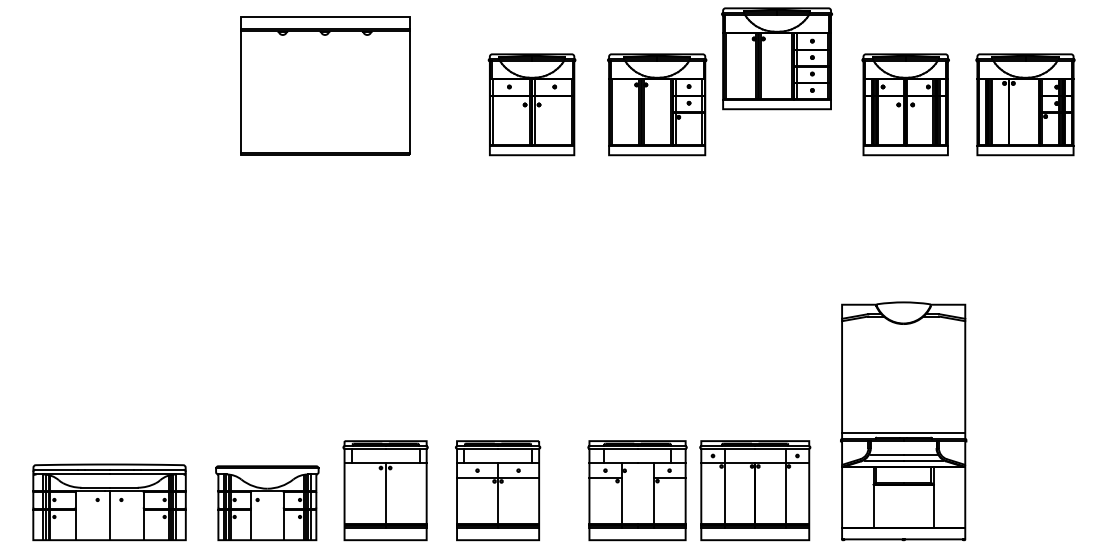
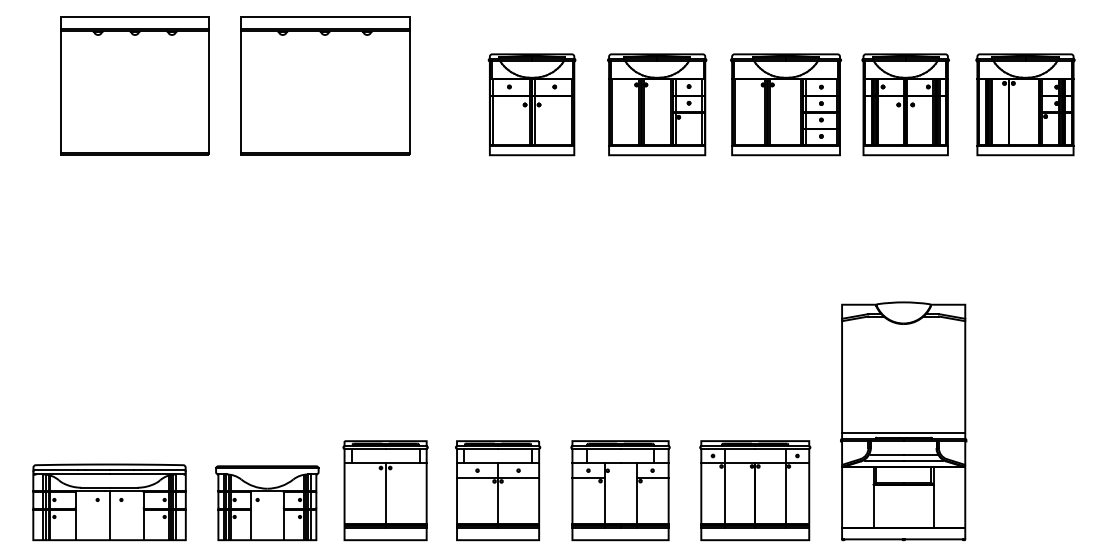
part at (776, 58) position: (776, 58) -> (785, 104)
part at (134, 85): none -> present
part at (637, 490) position: (637, 490) -> (620, 490)
